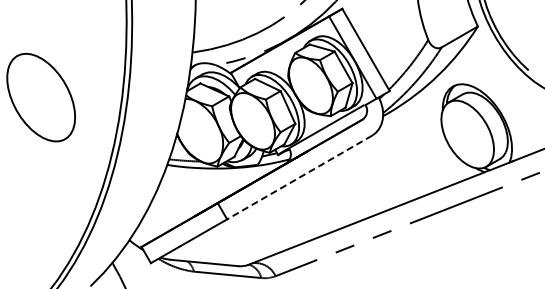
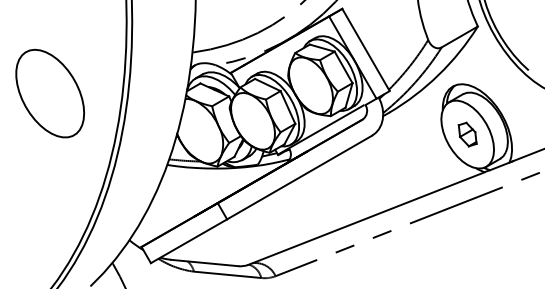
part at (40, 97) position: (40, 97) -> (49, 93)
part at (467, 134): none -> present
line at (299, 177): dashed -> solid
